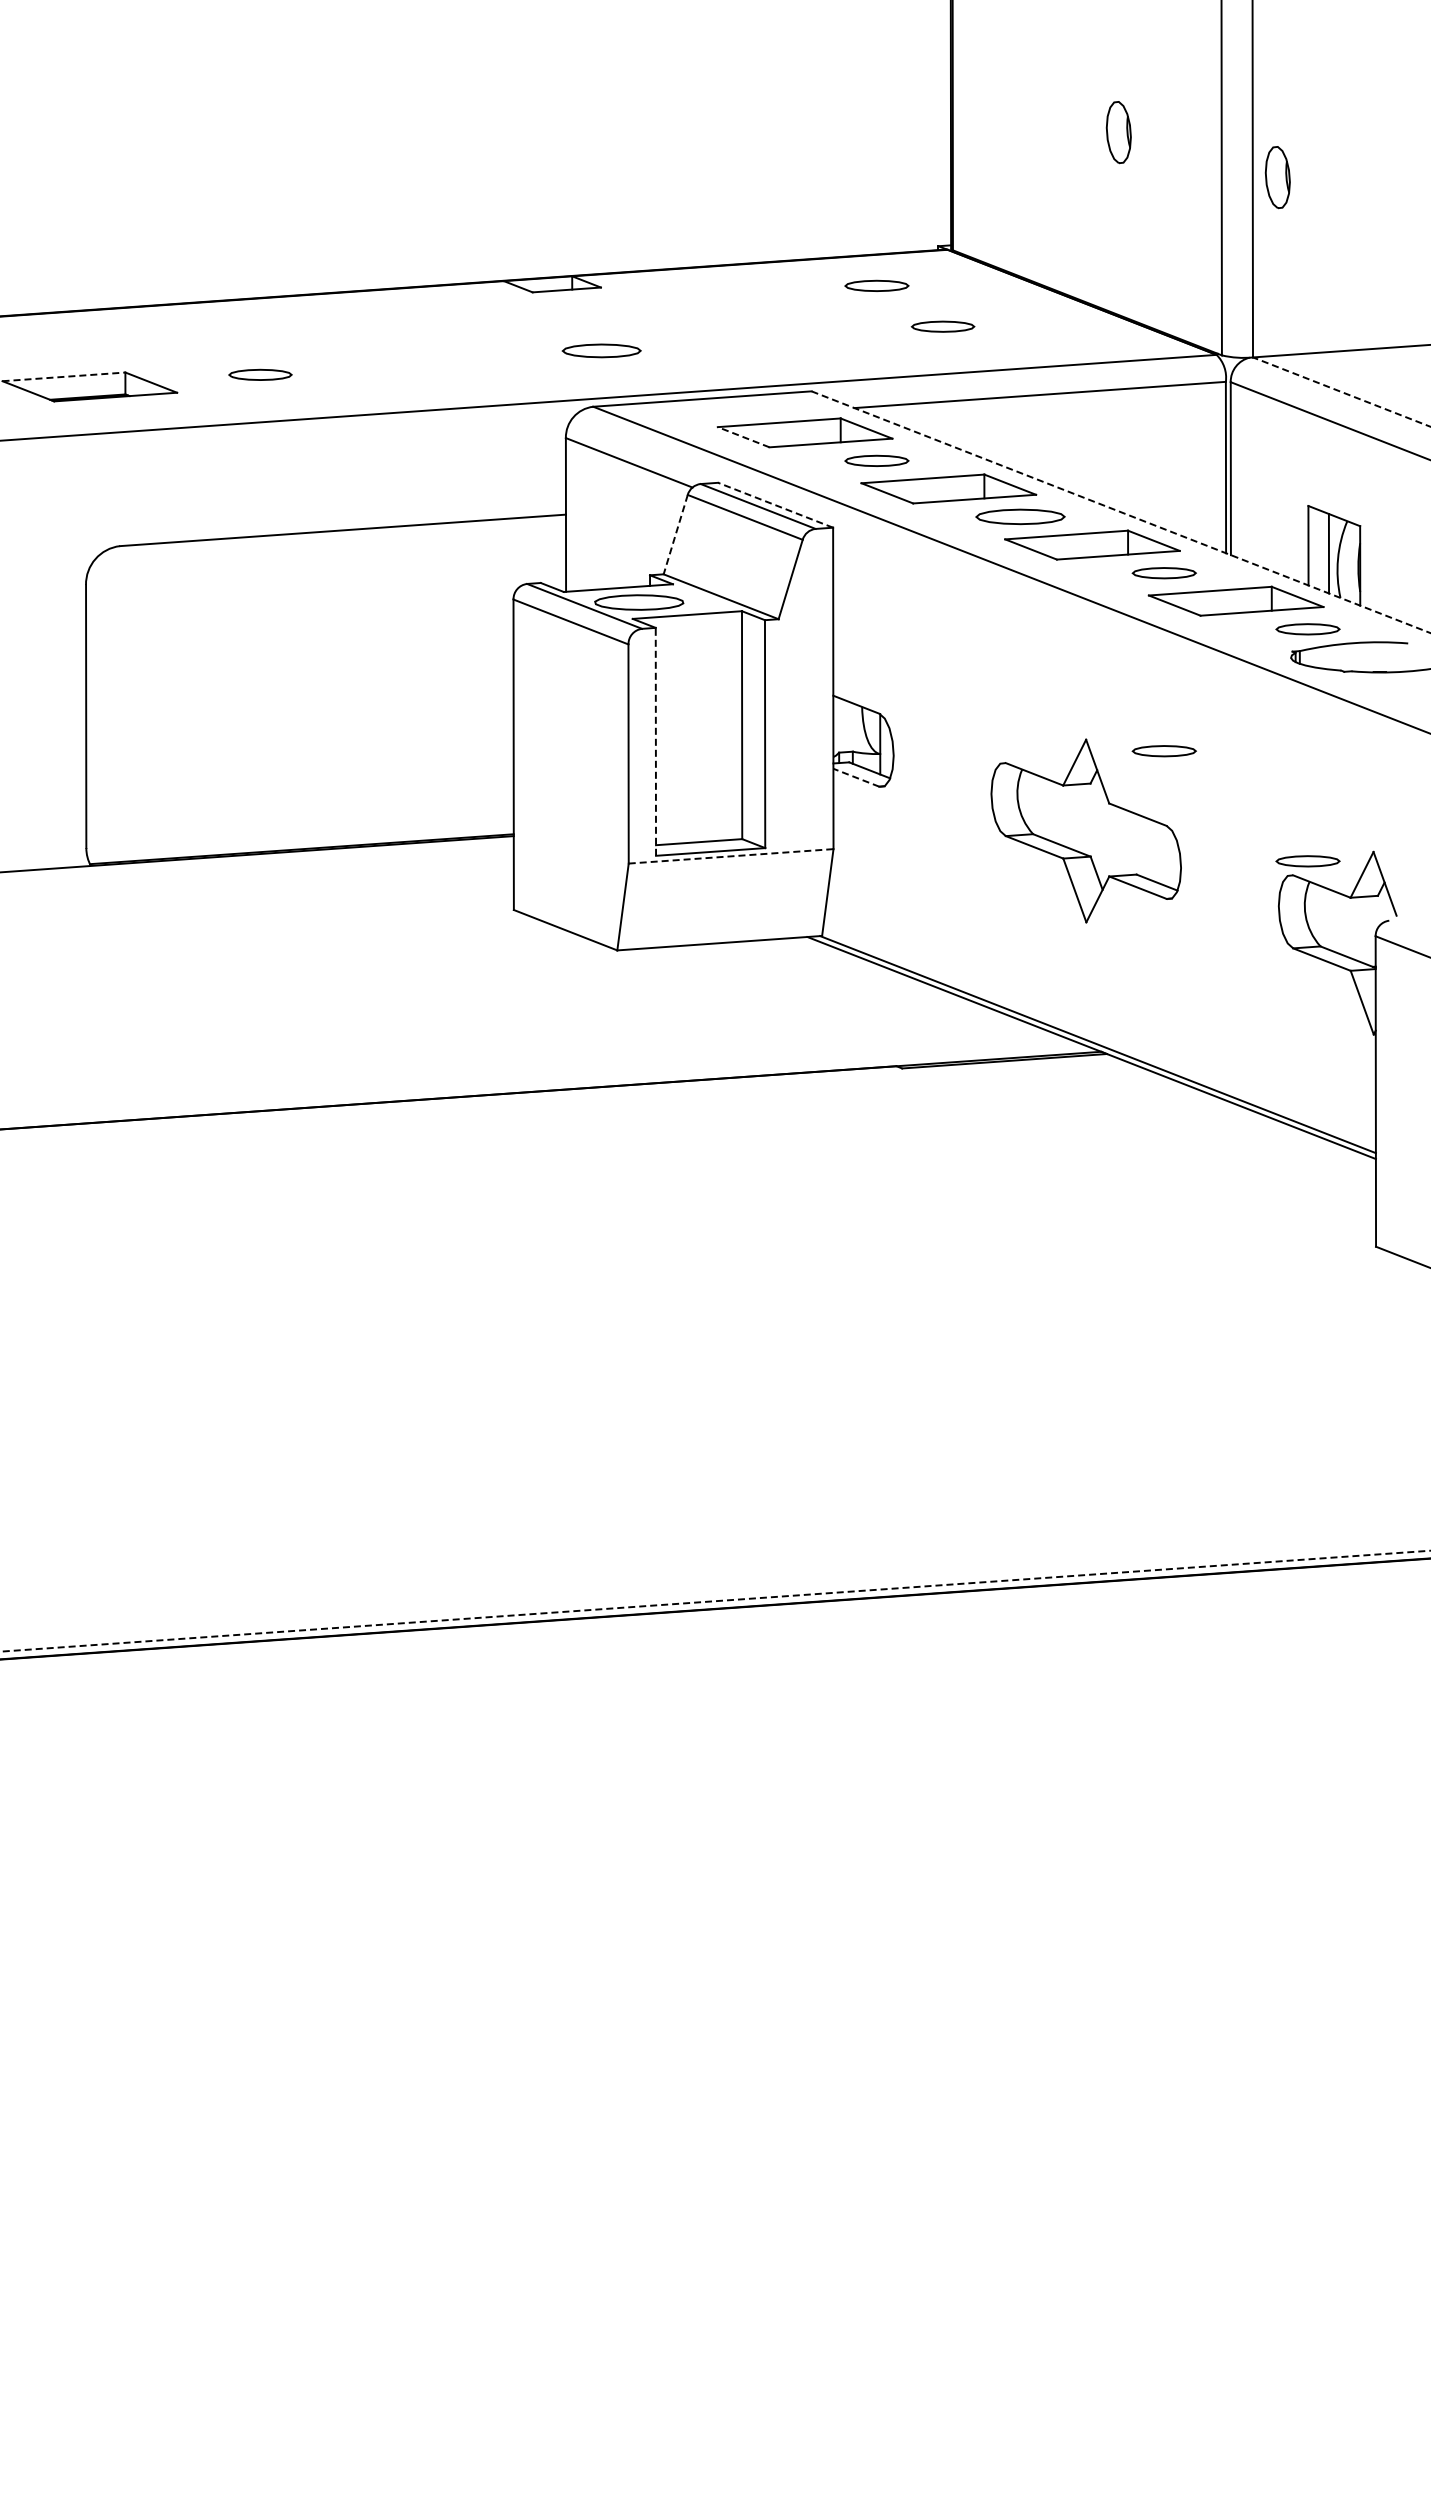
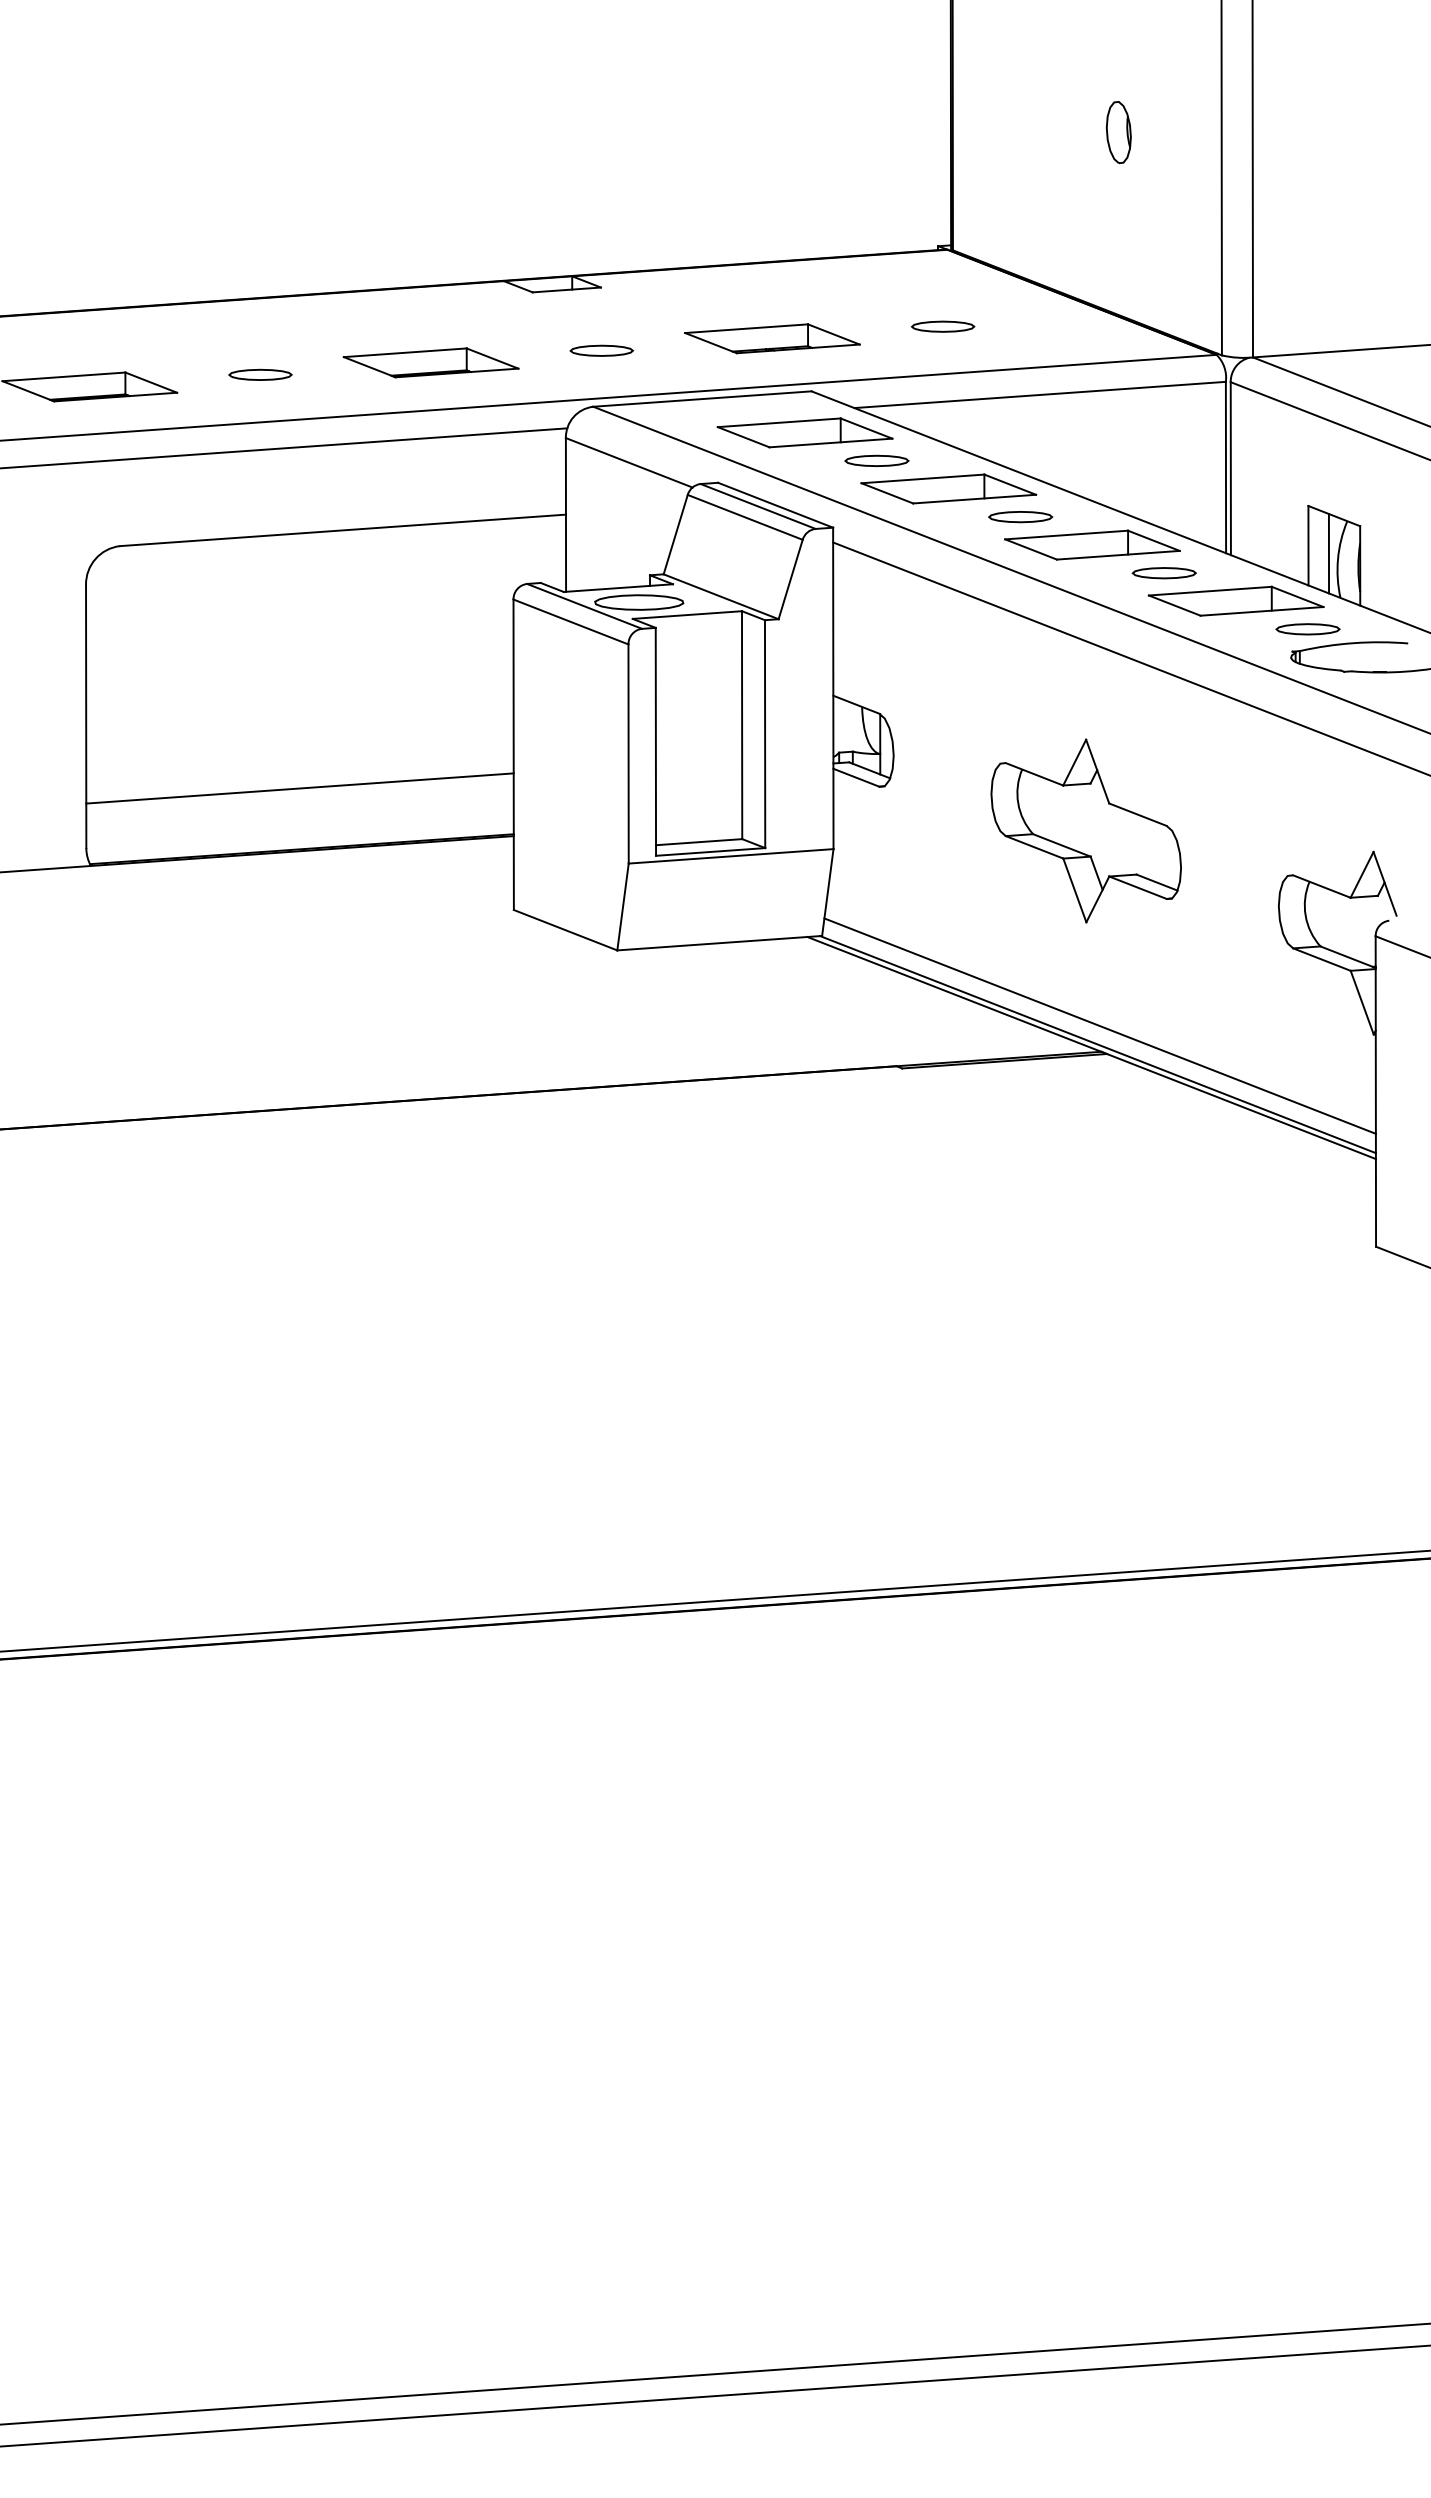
part at (1277, 177): present -> none
part at (876, 285): present -> none
part at (772, 338): none -> present
part at (601, 350) size: 81x16 px -> 66x13 px
part at (430, 362): none -> present
line at (63, 376): dashed -> solid
line at (1341, 392): dashed -> solid
line at (743, 437): dashed -> solid
line at (284, 448): none -> present
line at (775, 505): dashed -> solid
line at (1121, 512): dashed -> solid
part at (1020, 516) size: 91x18 px -> 66x13 px
line at (675, 535): dashed -> solid
line at (1130, 658): none -> present
line at (655, 741): dashed -> solid
part at (1163, 751): present -> none
line at (856, 777): dashed -> solid
line at (299, 788): none -> present
line at (731, 856): dashed -> solid
part at (1307, 861): present -> none
line at (1099, 1025): none -> present
line at (715, 1601): dashed -> solid
line at (714, 2373): none -> present
line at (714, 2395): none -> present
